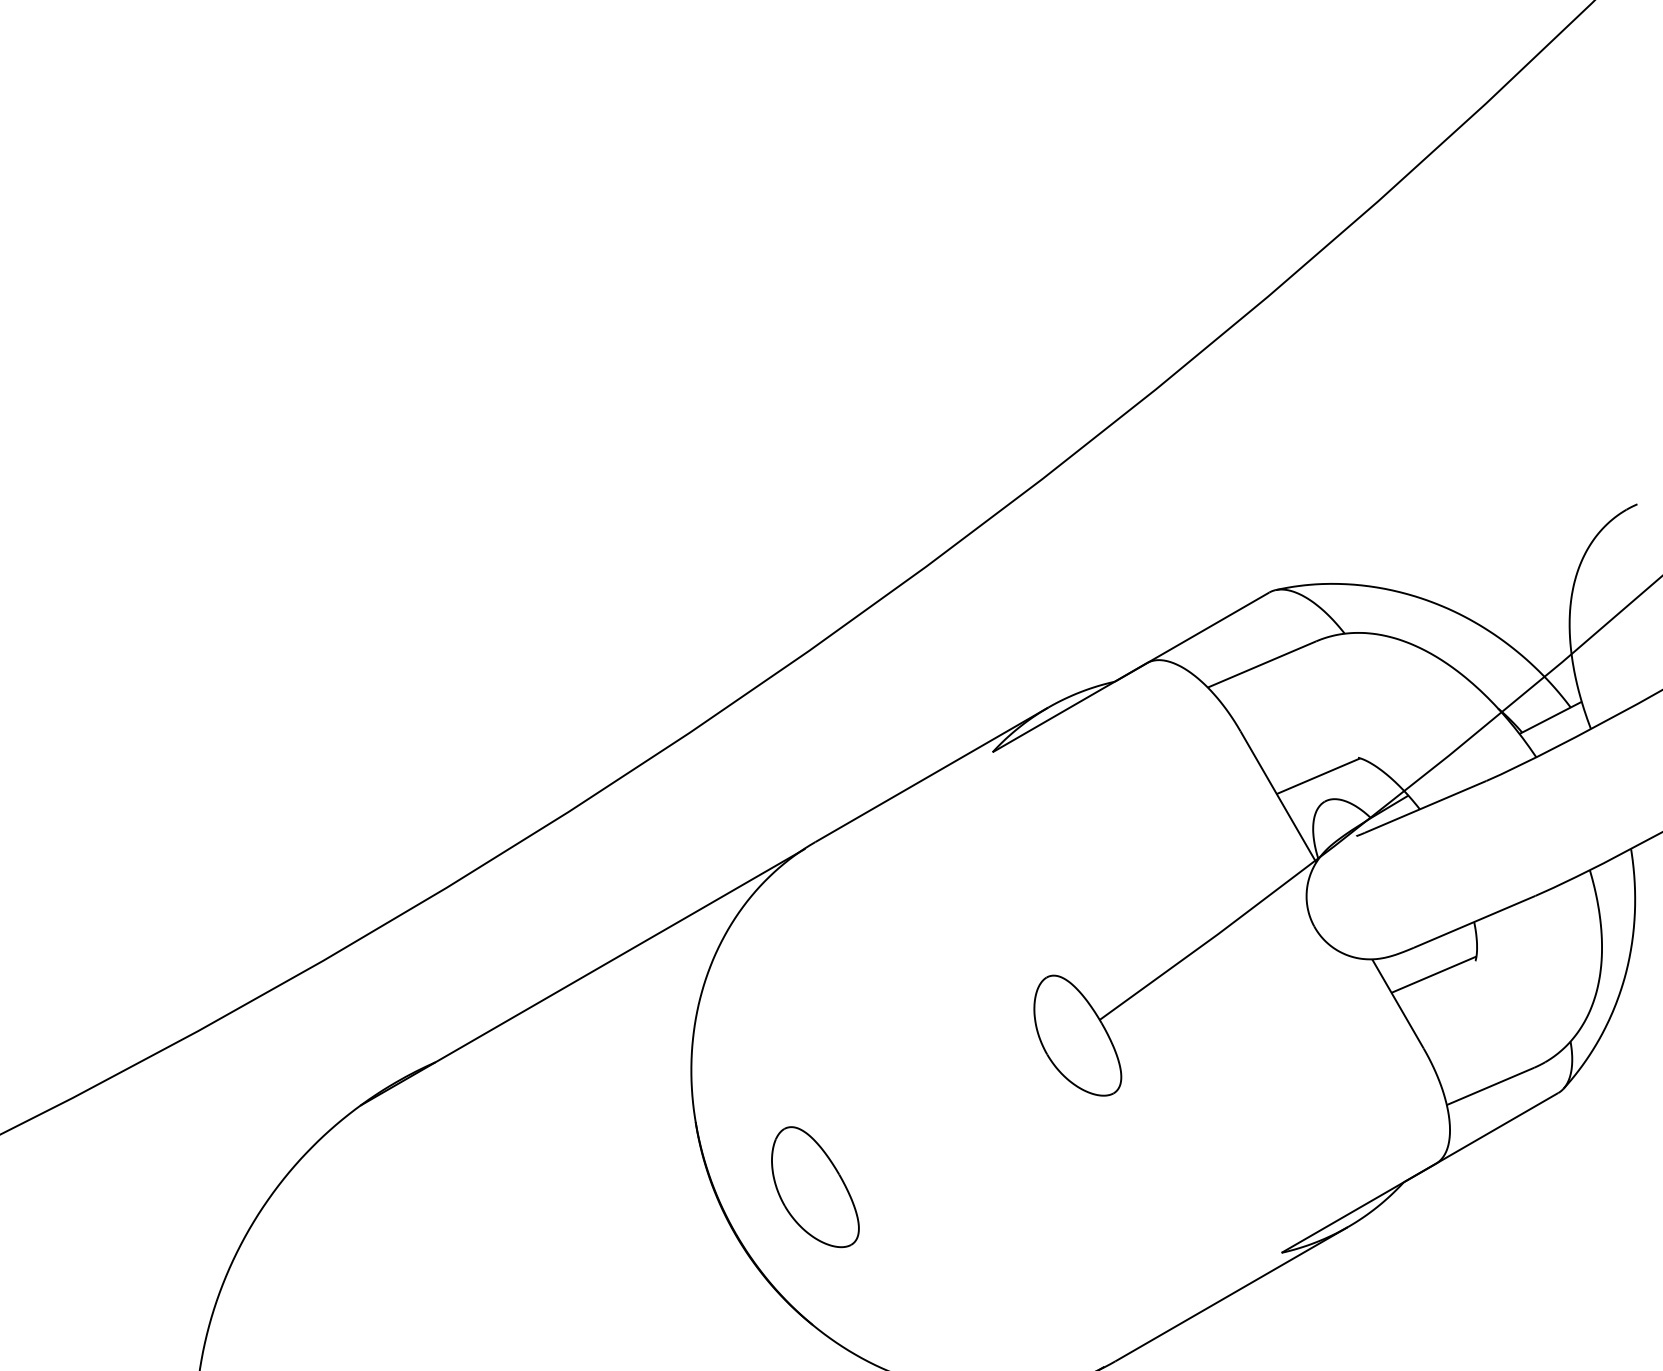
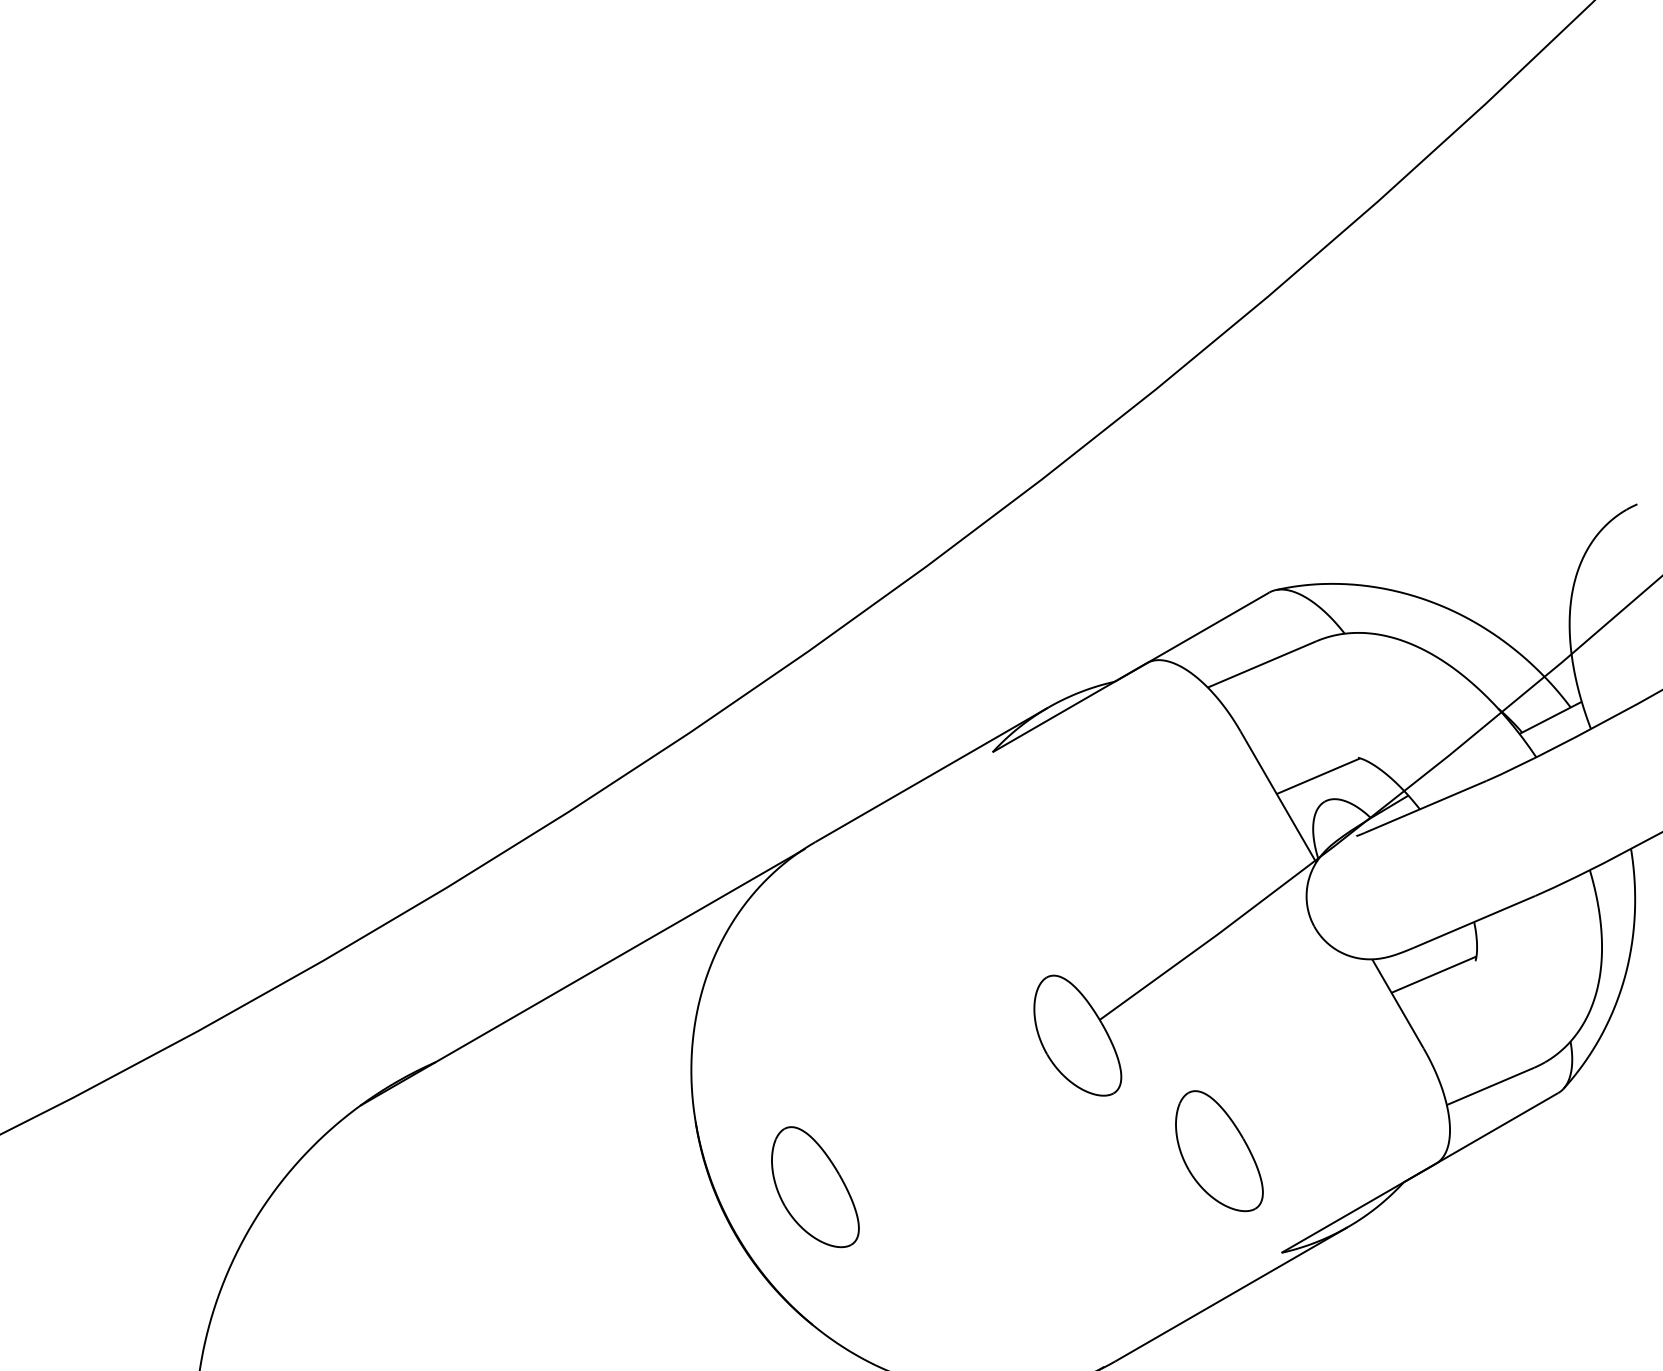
part at (1219, 1151): none -> present
